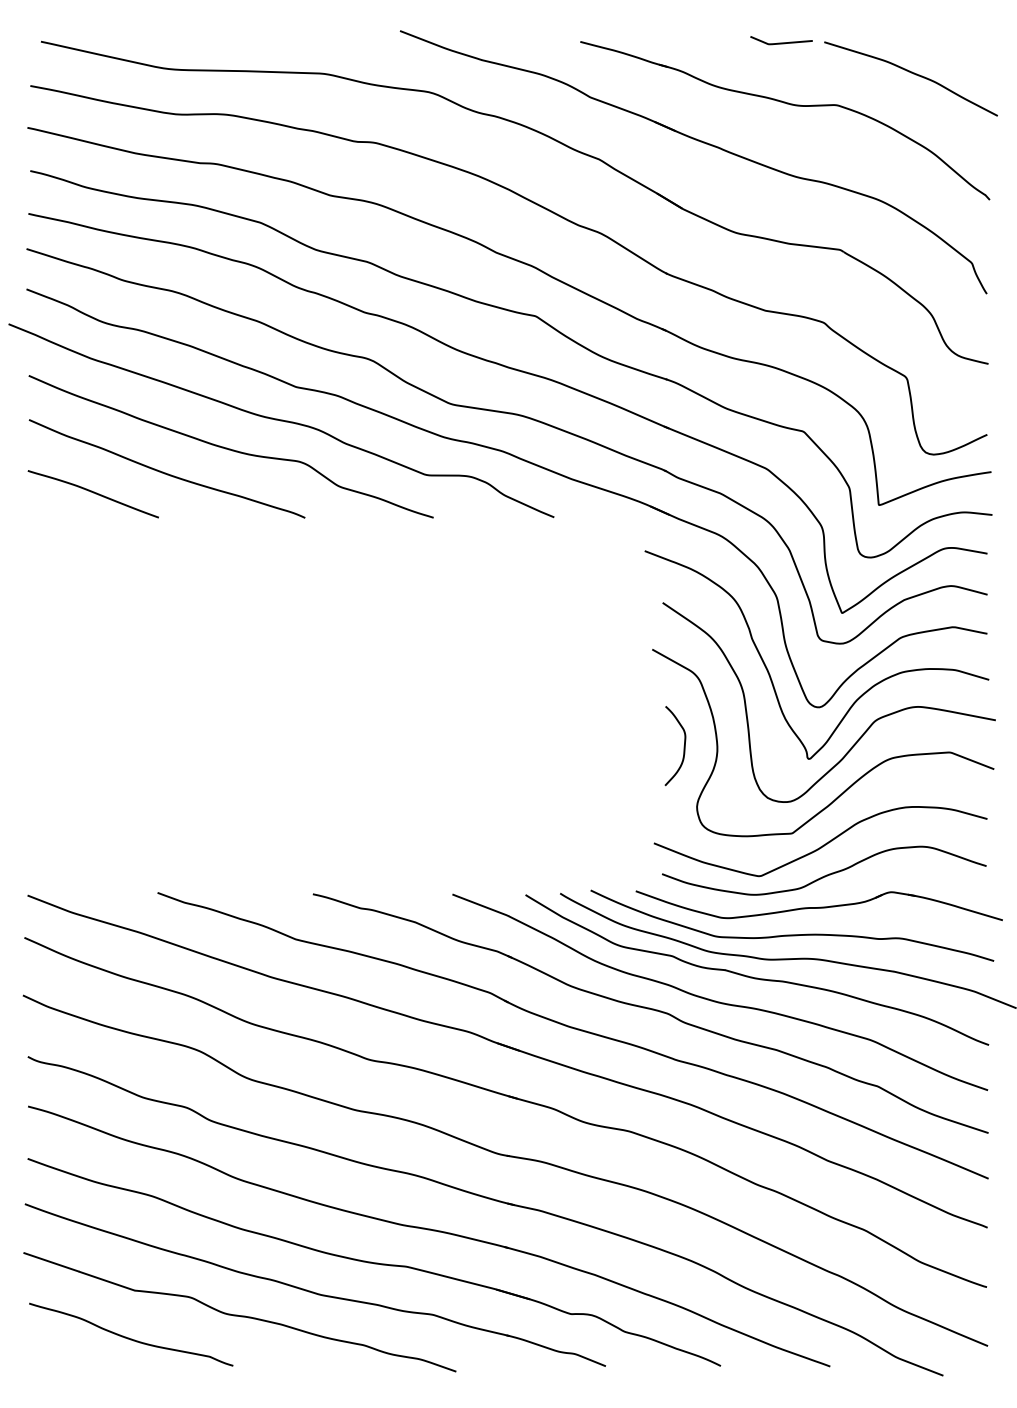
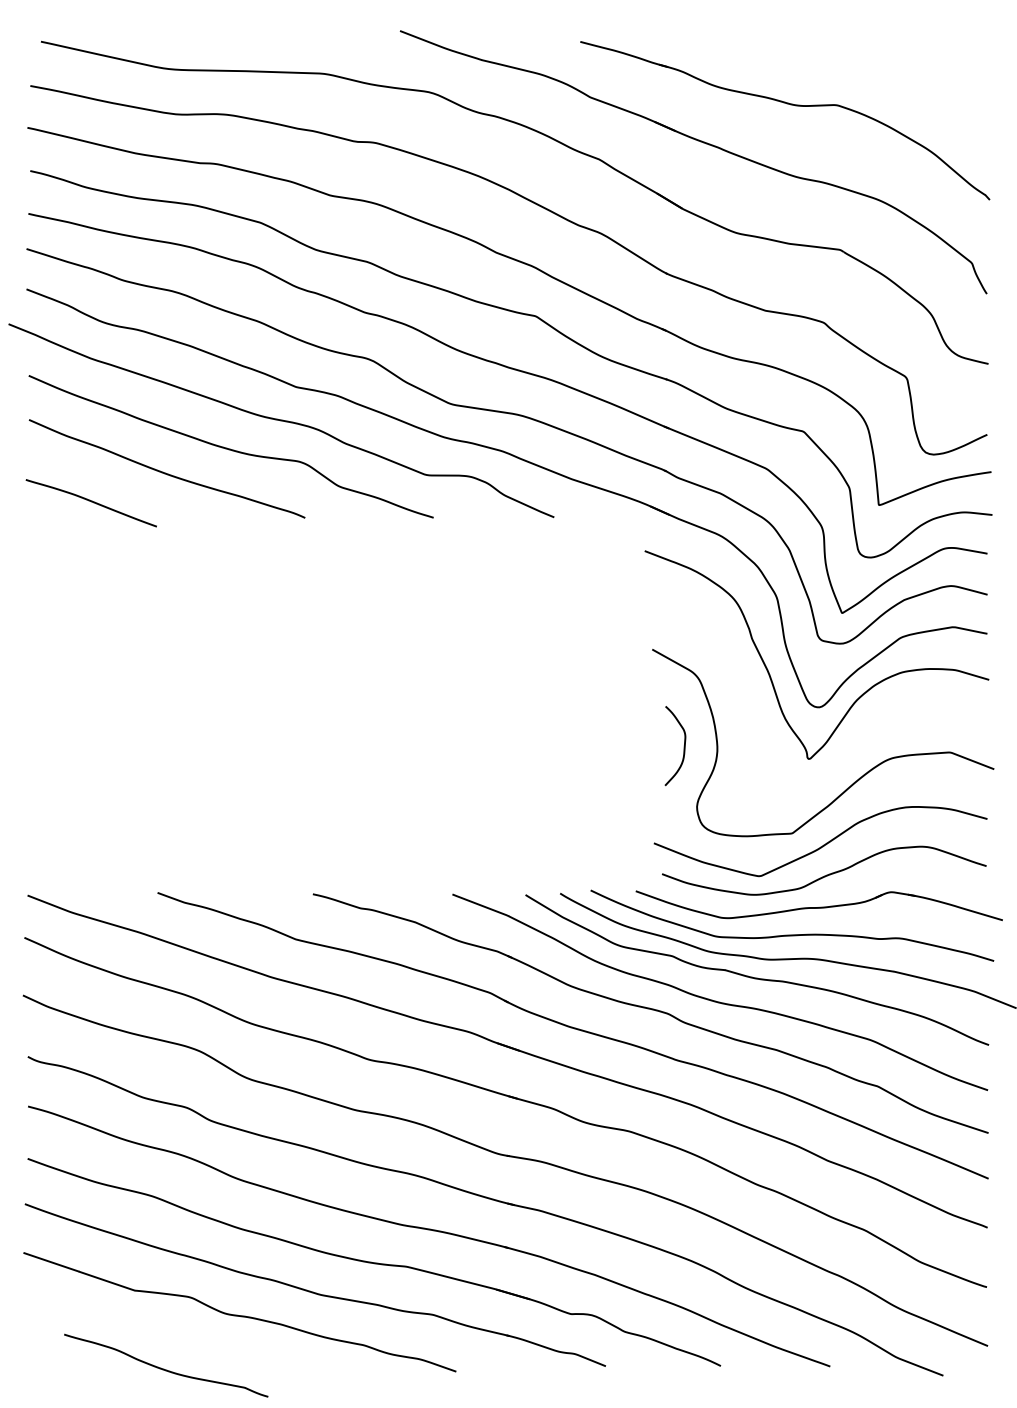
curve at (781, 42): present -> none
curve at (913, 74): present -> none
curve at (93, 493) position: (93, 493) -> (91, 502)
curve at (863, 732): present -> none
curve at (129, 1337) position: (129, 1337) -> (164, 1368)
